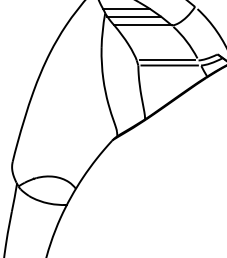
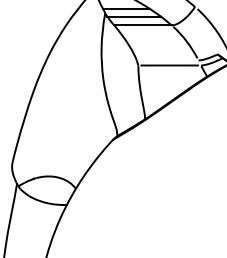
line at (167, 60): present -> none
